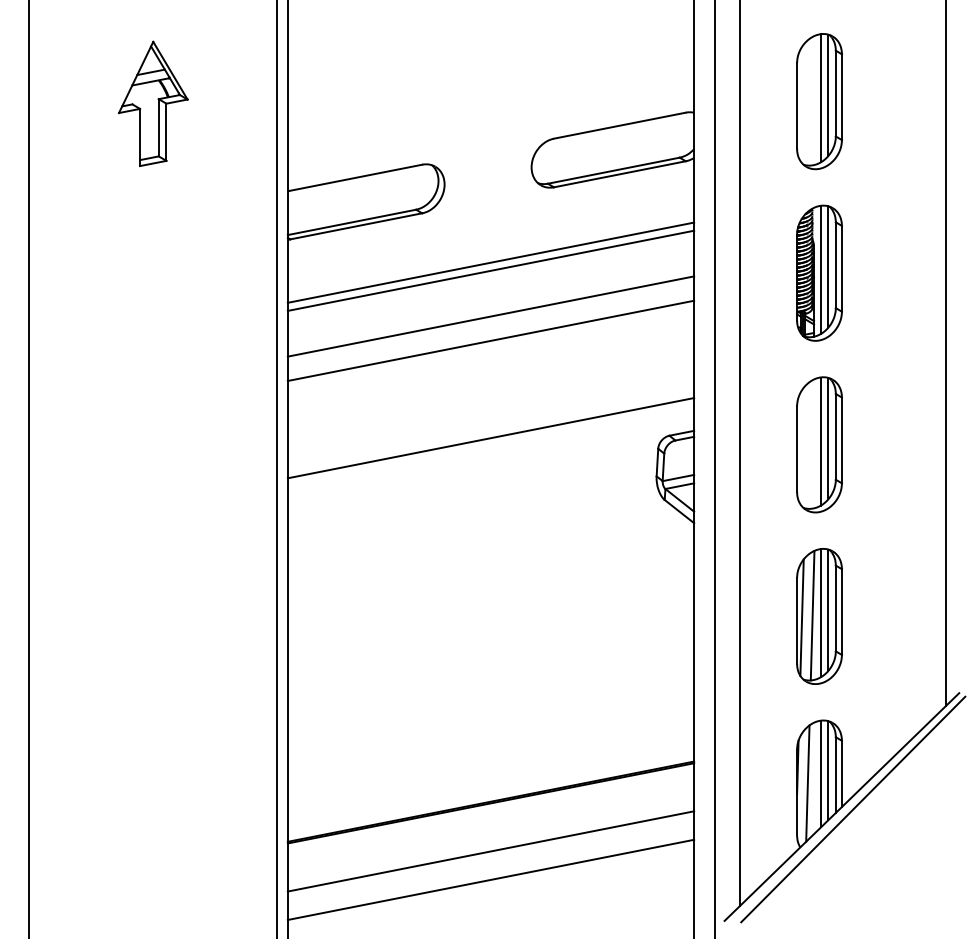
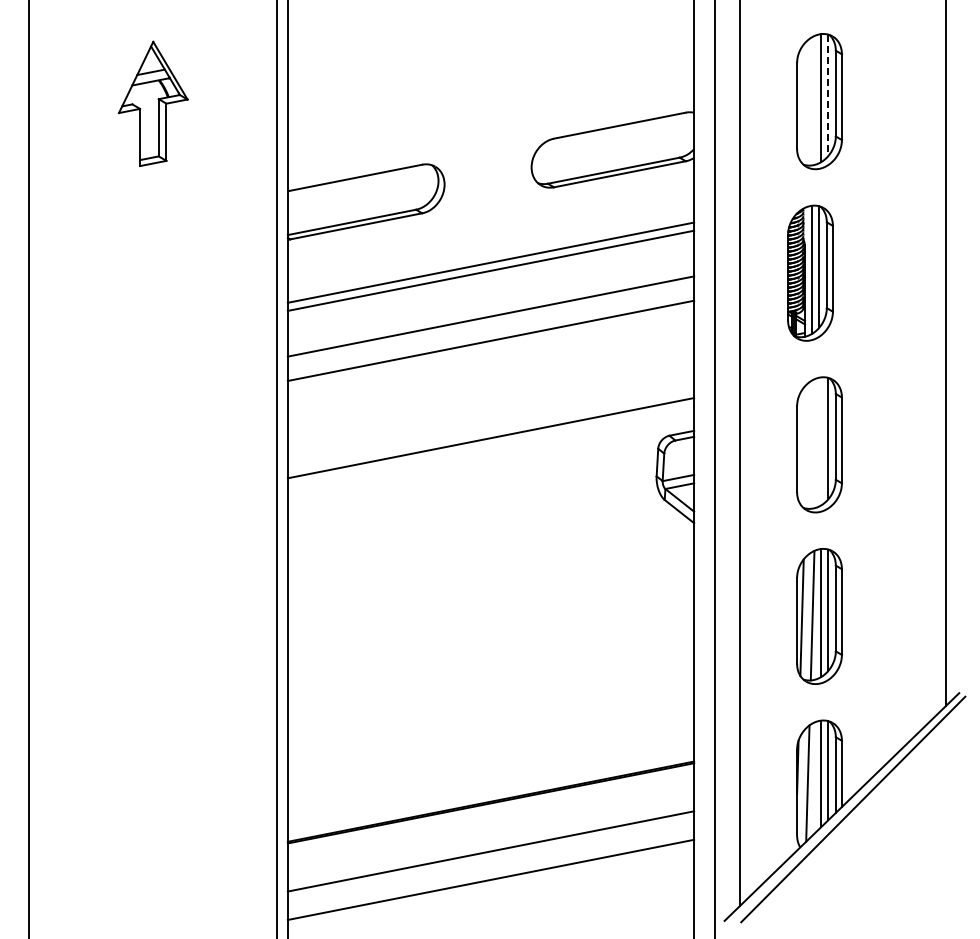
line at (828, 95): solid -> dashed
part at (819, 272) position: (819, 272) -> (810, 272)
line at (820, 441): present -> none
